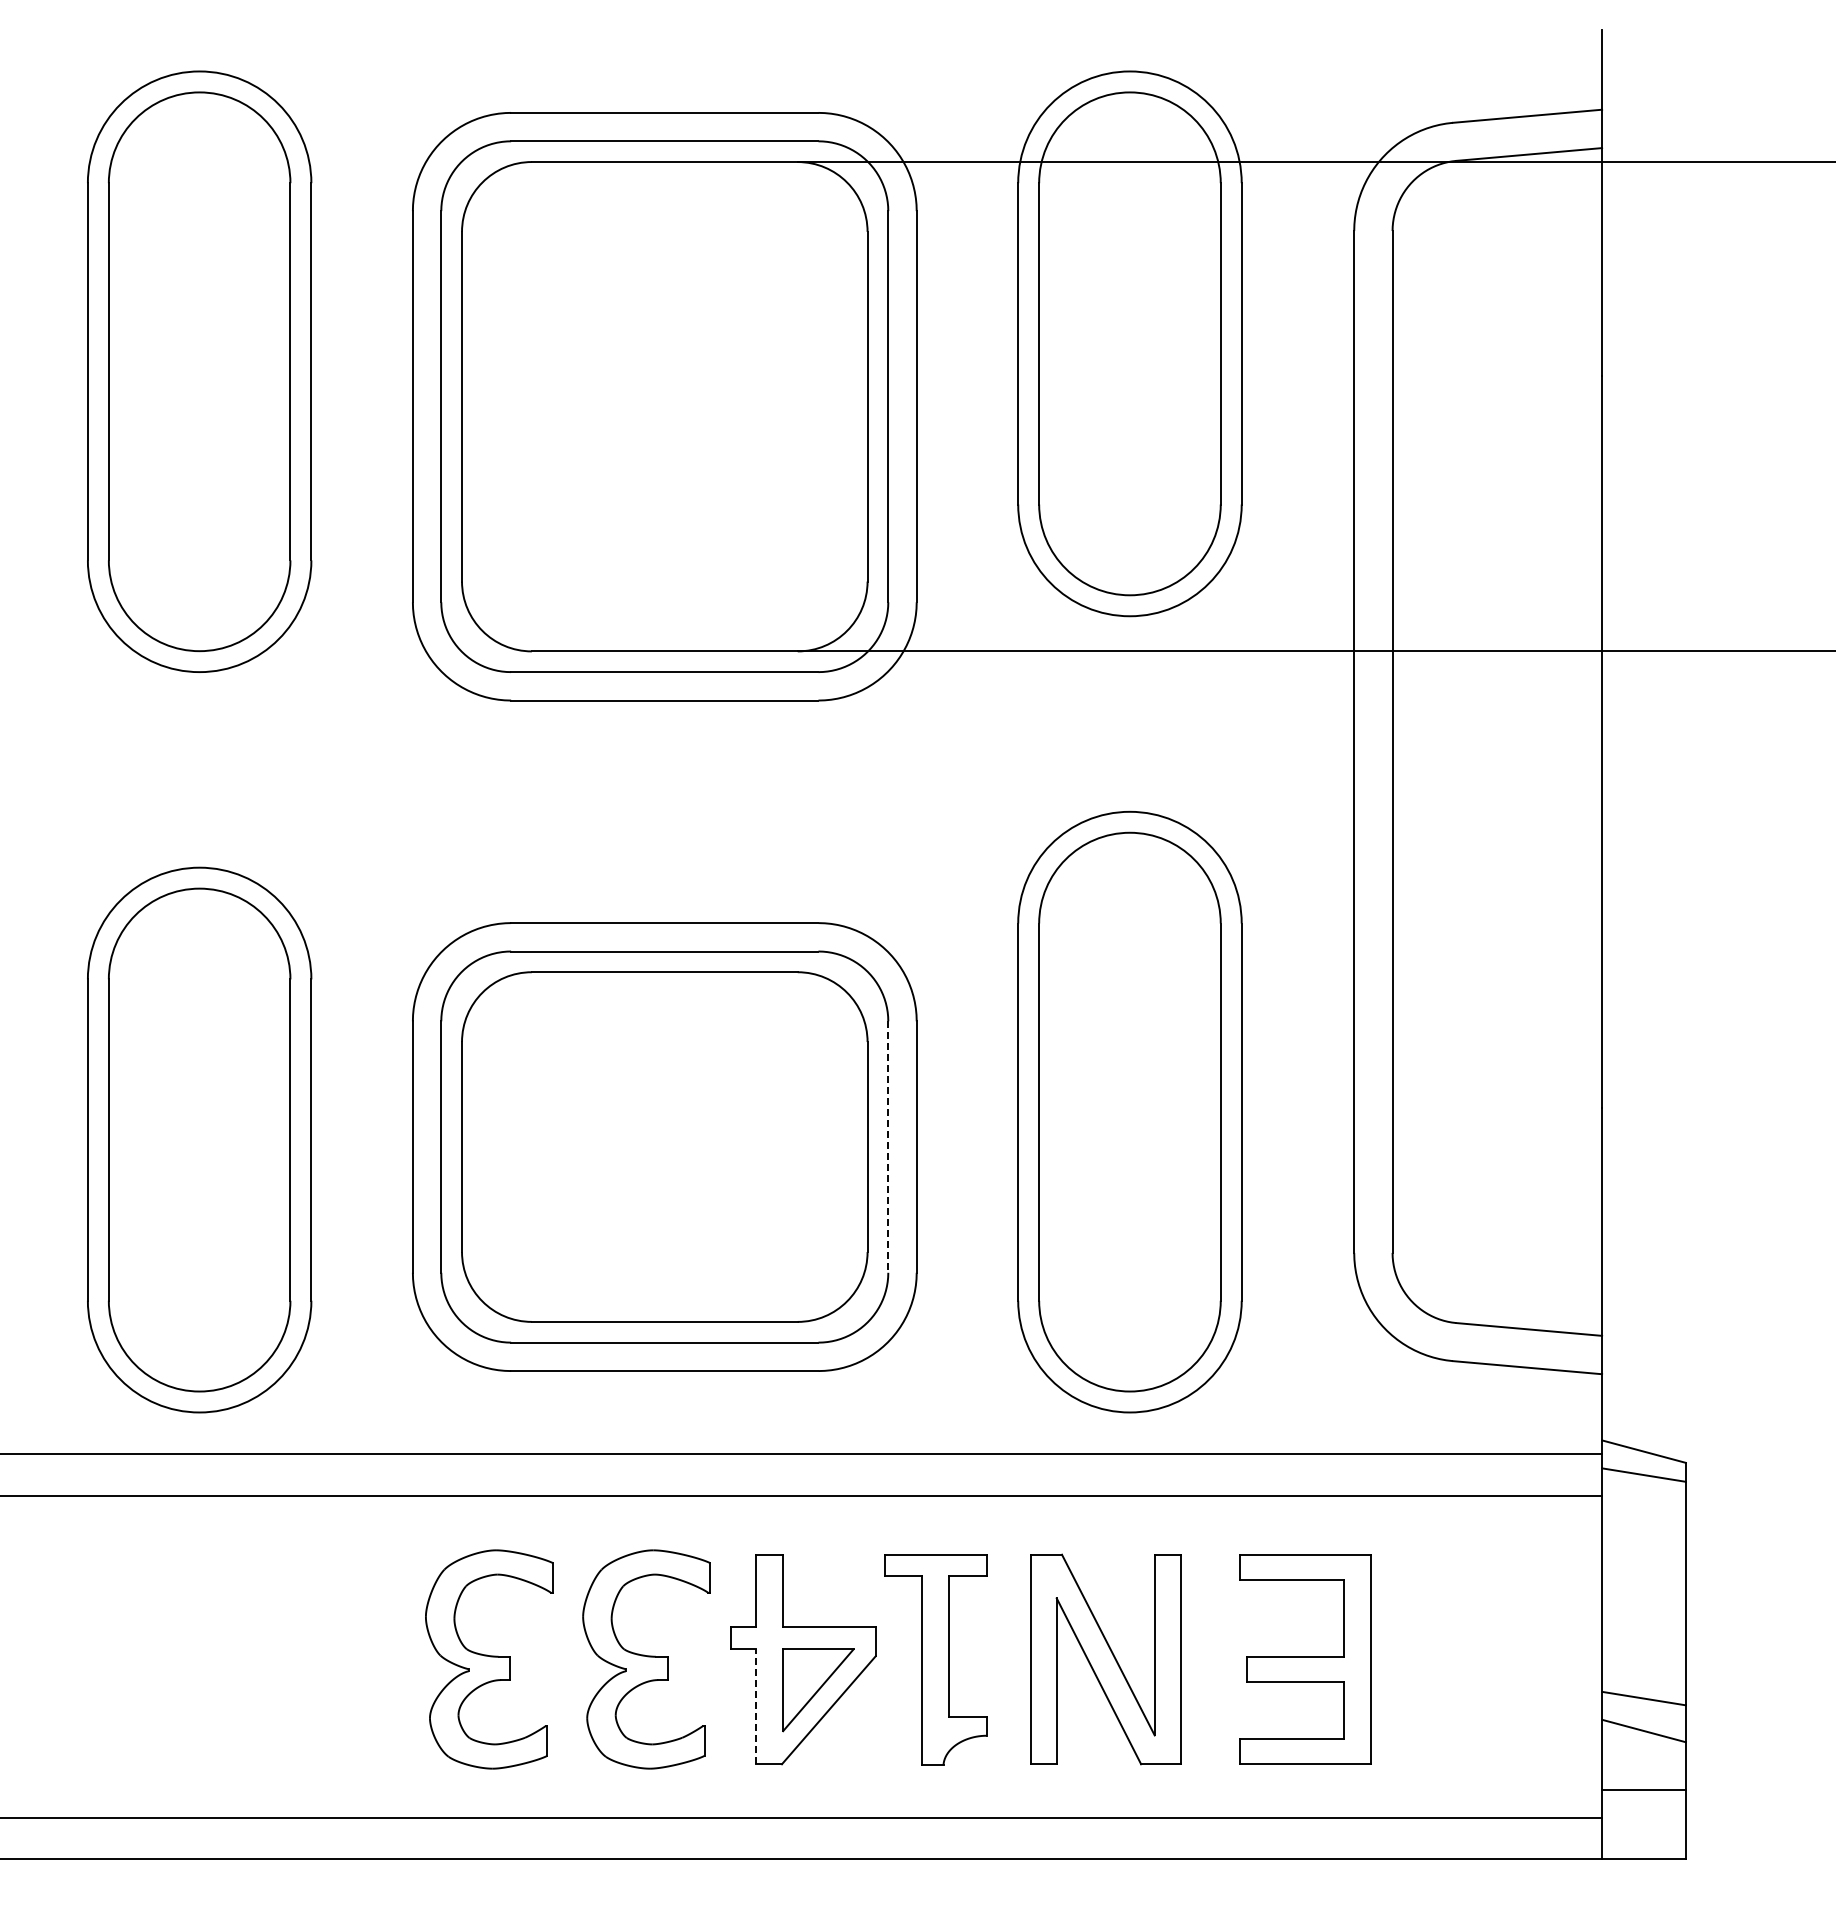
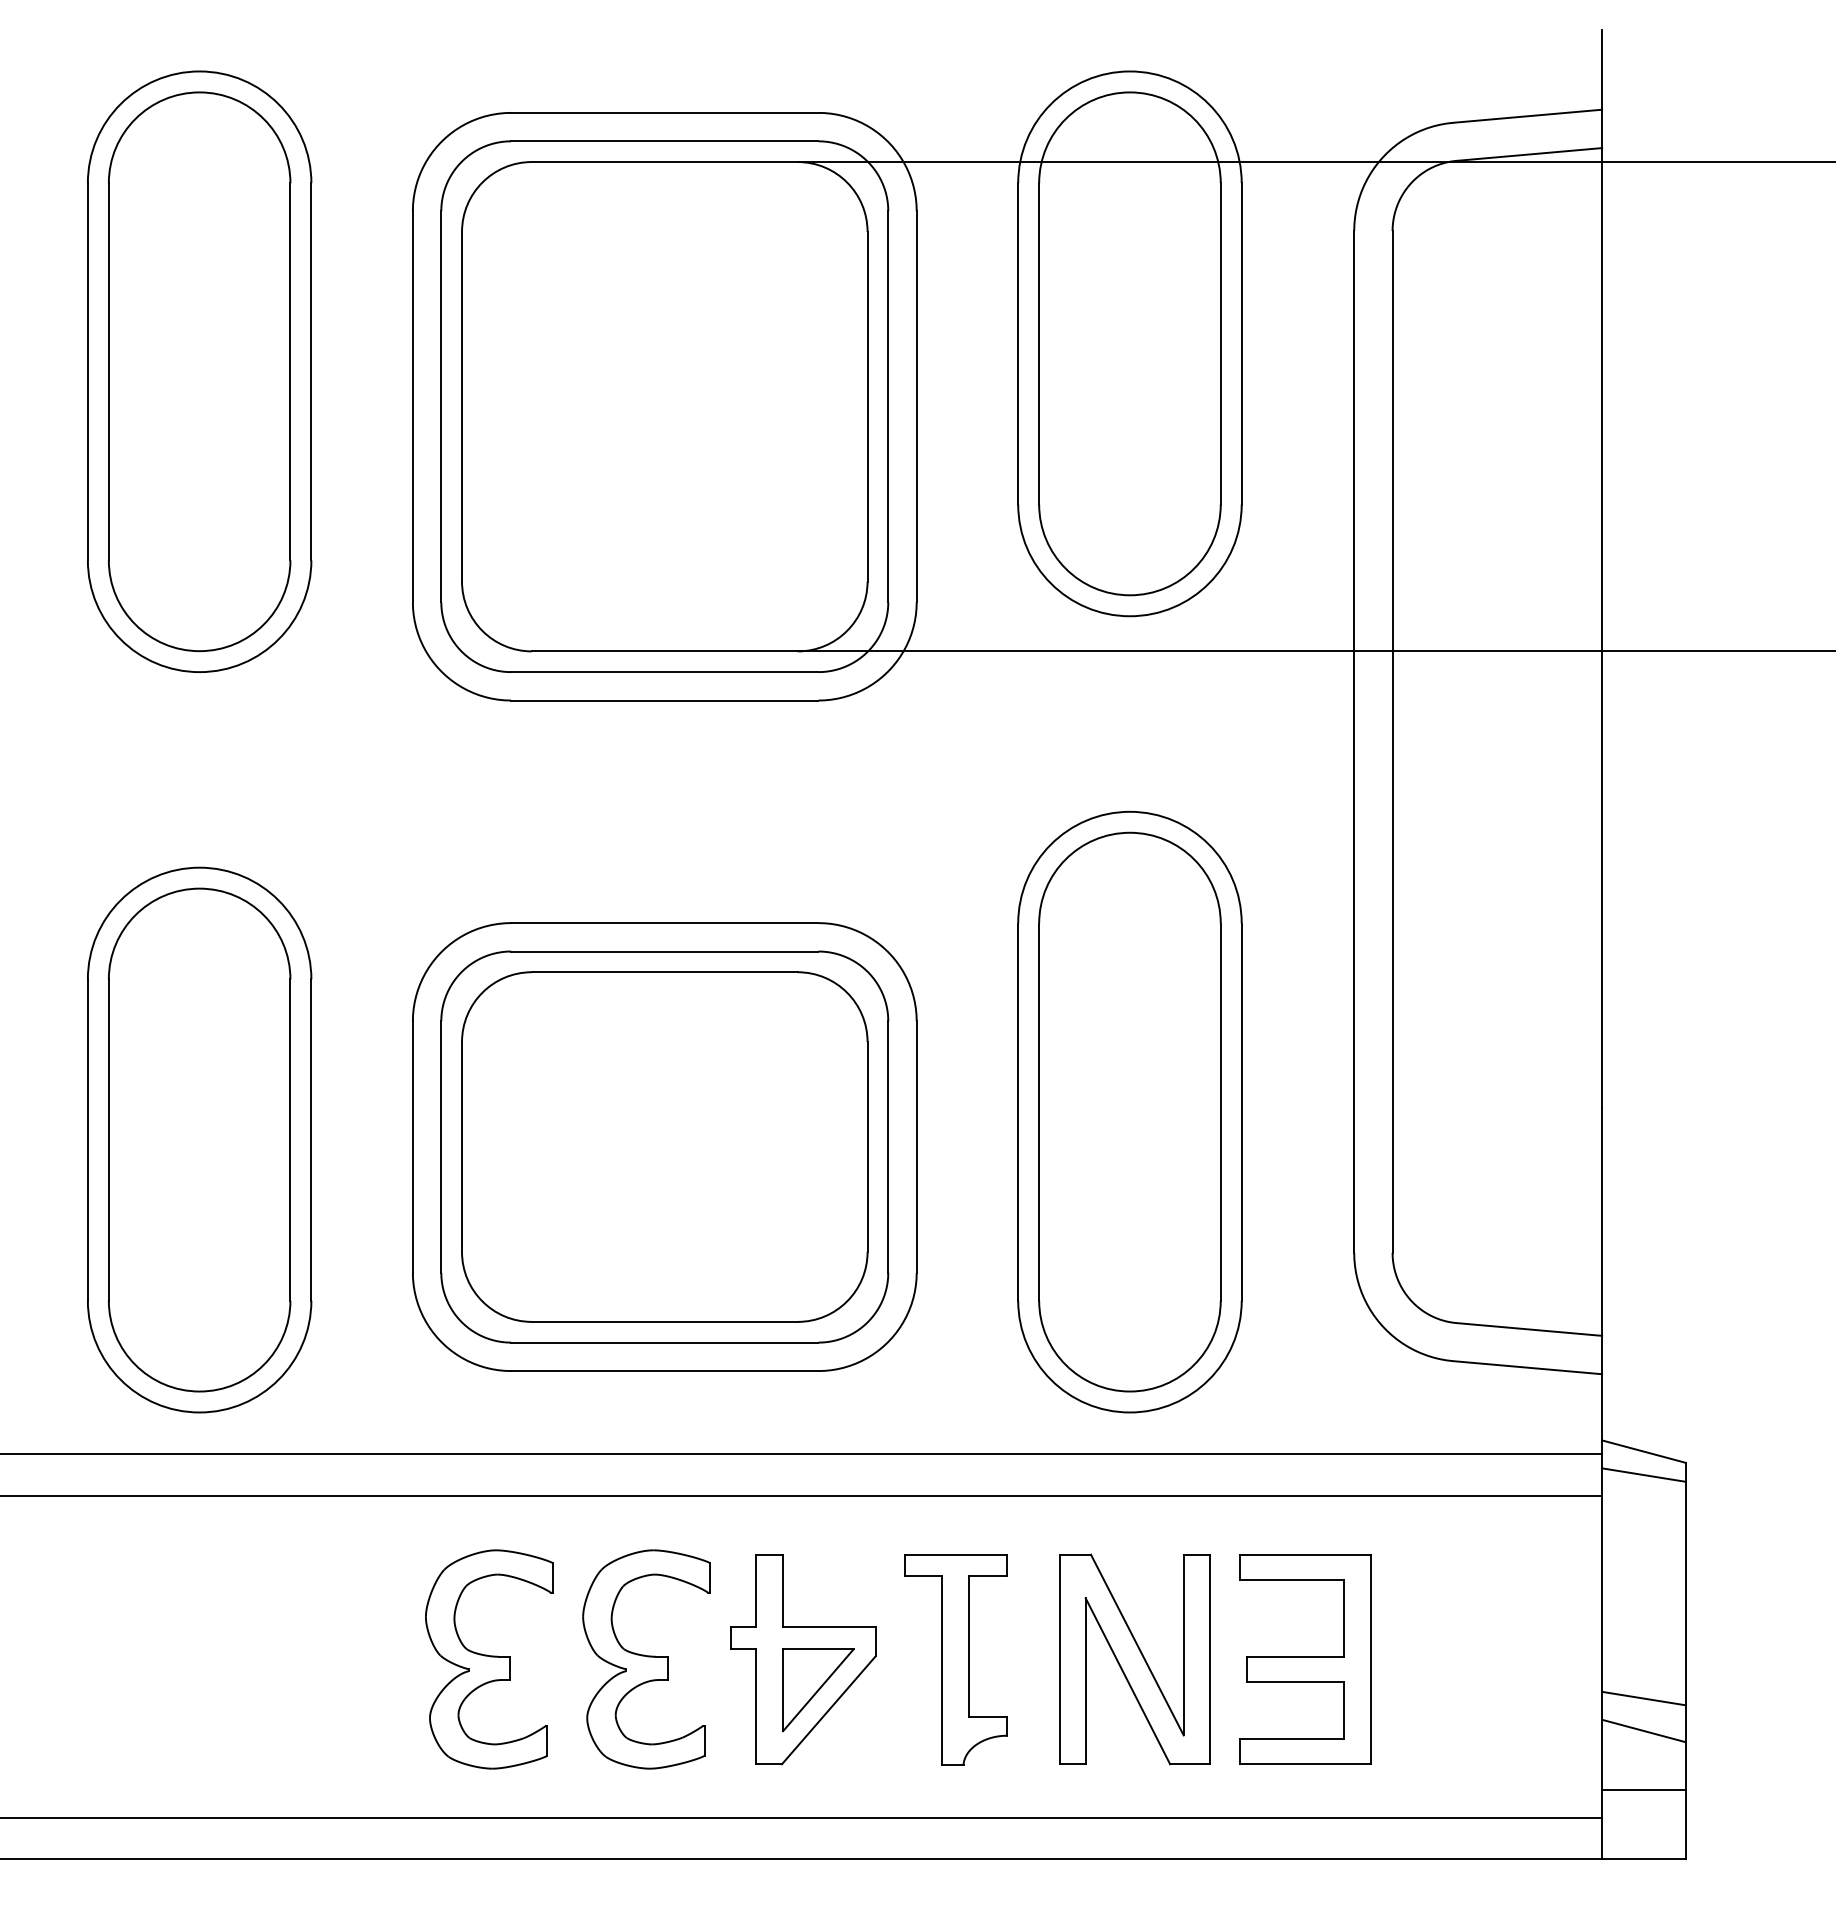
line at (888, 1147): dashed -> solid
part at (935, 1659) position: (935, 1659) -> (955, 1659)
part at (1105, 1659) position: (1105, 1659) -> (1134, 1659)
line at (756, 1706): dashed -> solid
